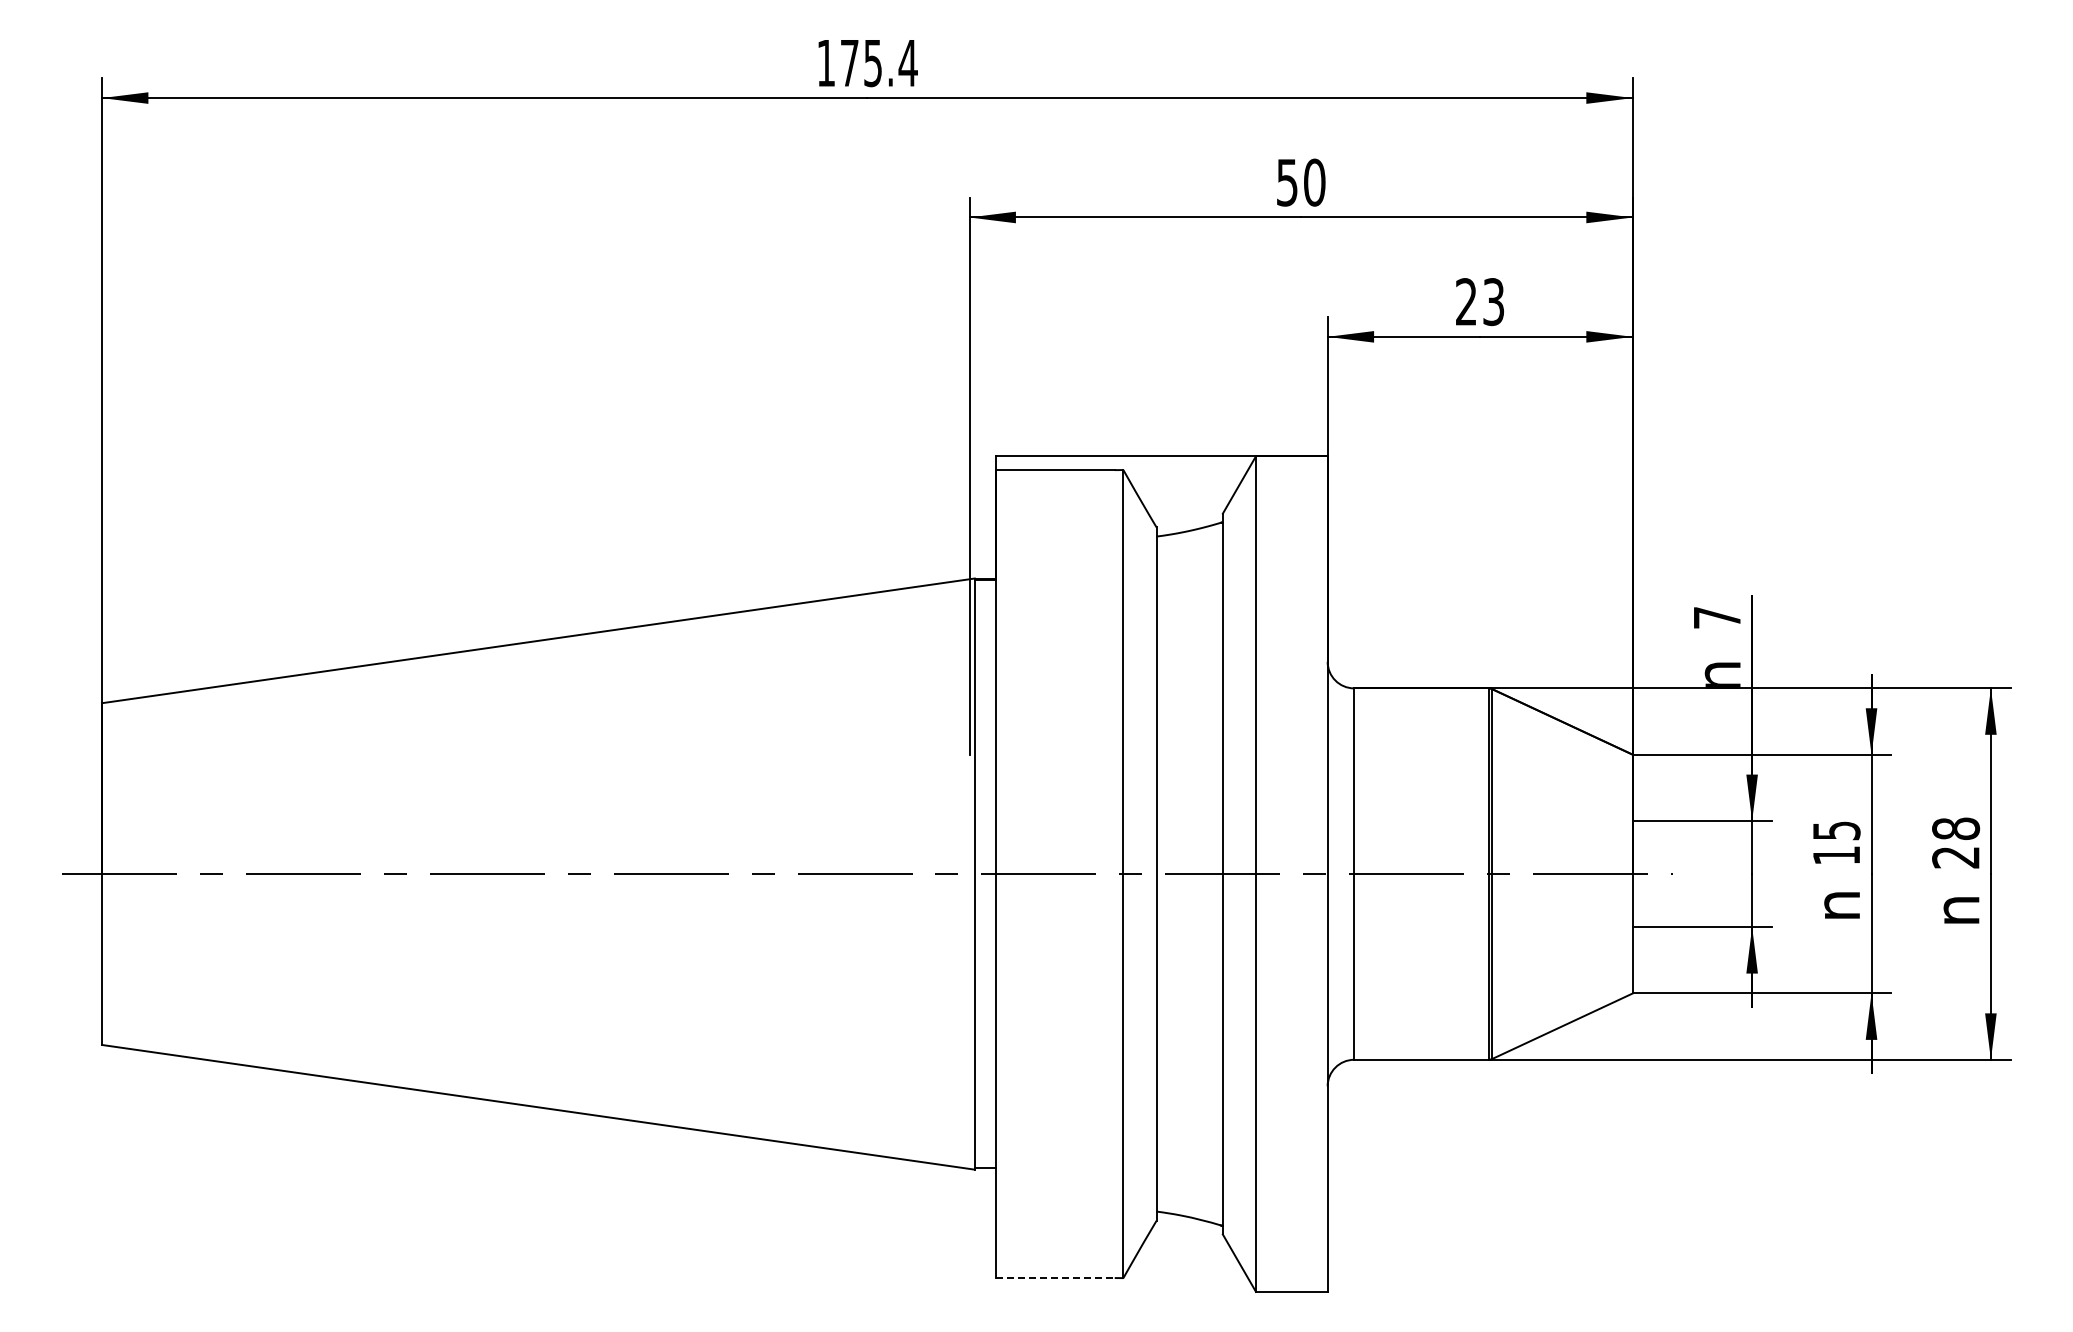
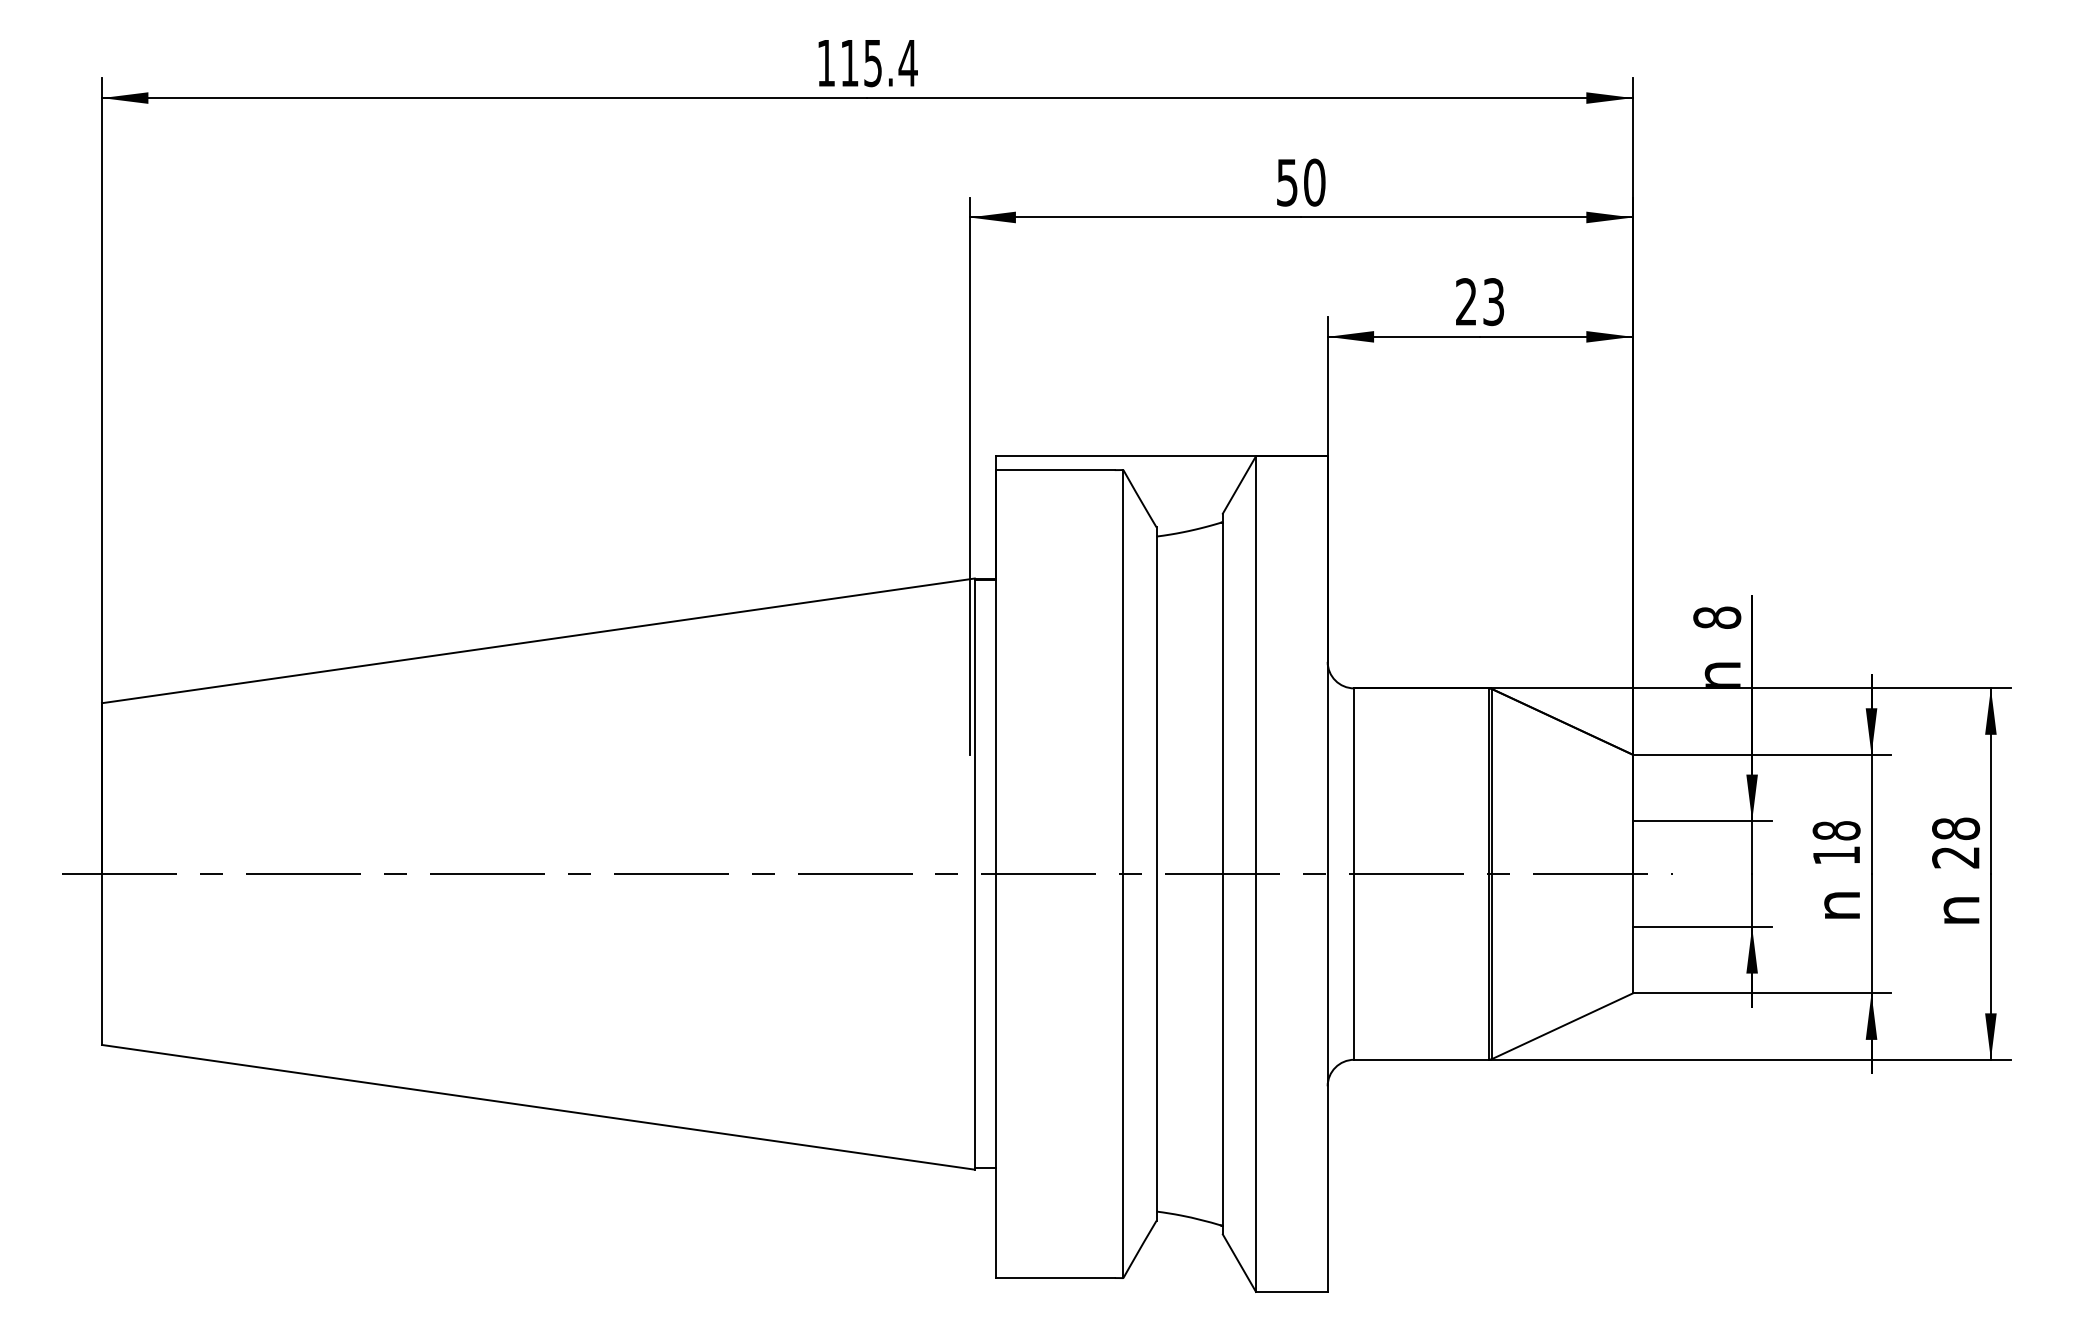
text at (849, 63): 175.4 -> 115.4
text at (1717, 617): 7 -> 8
text at (1836, 830): 15 -> 18
line at (1055, 1278): dashed -> solid
